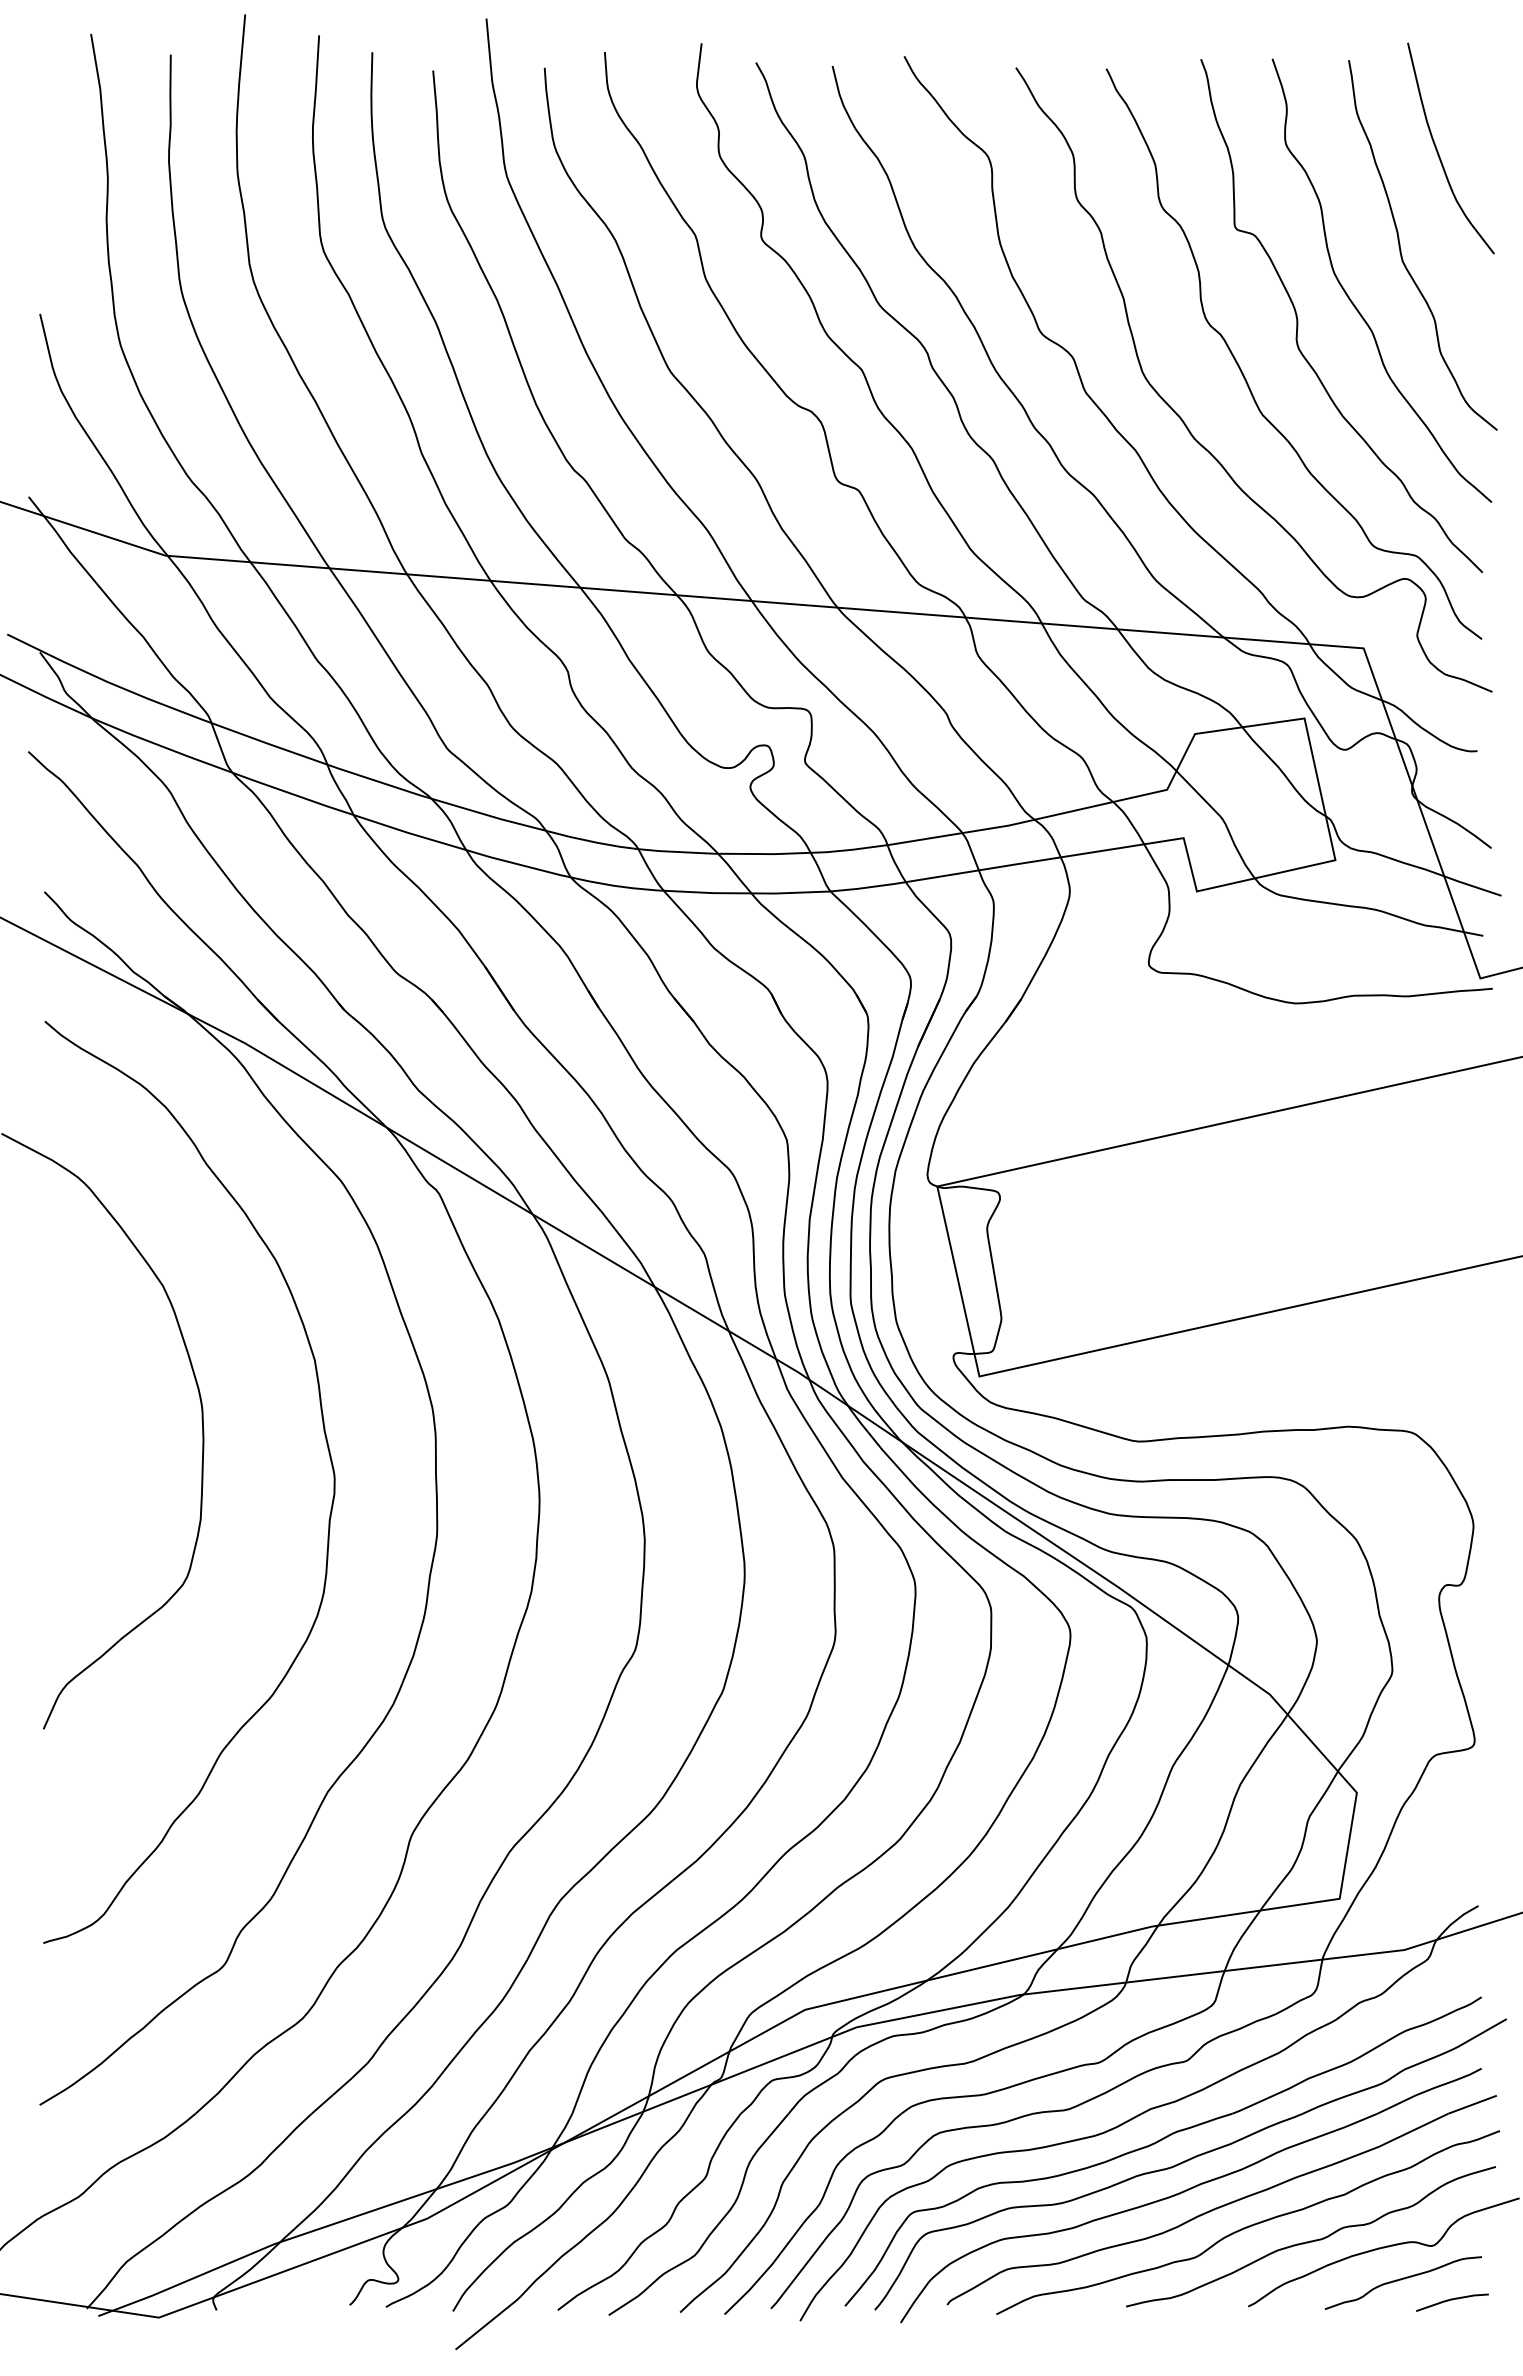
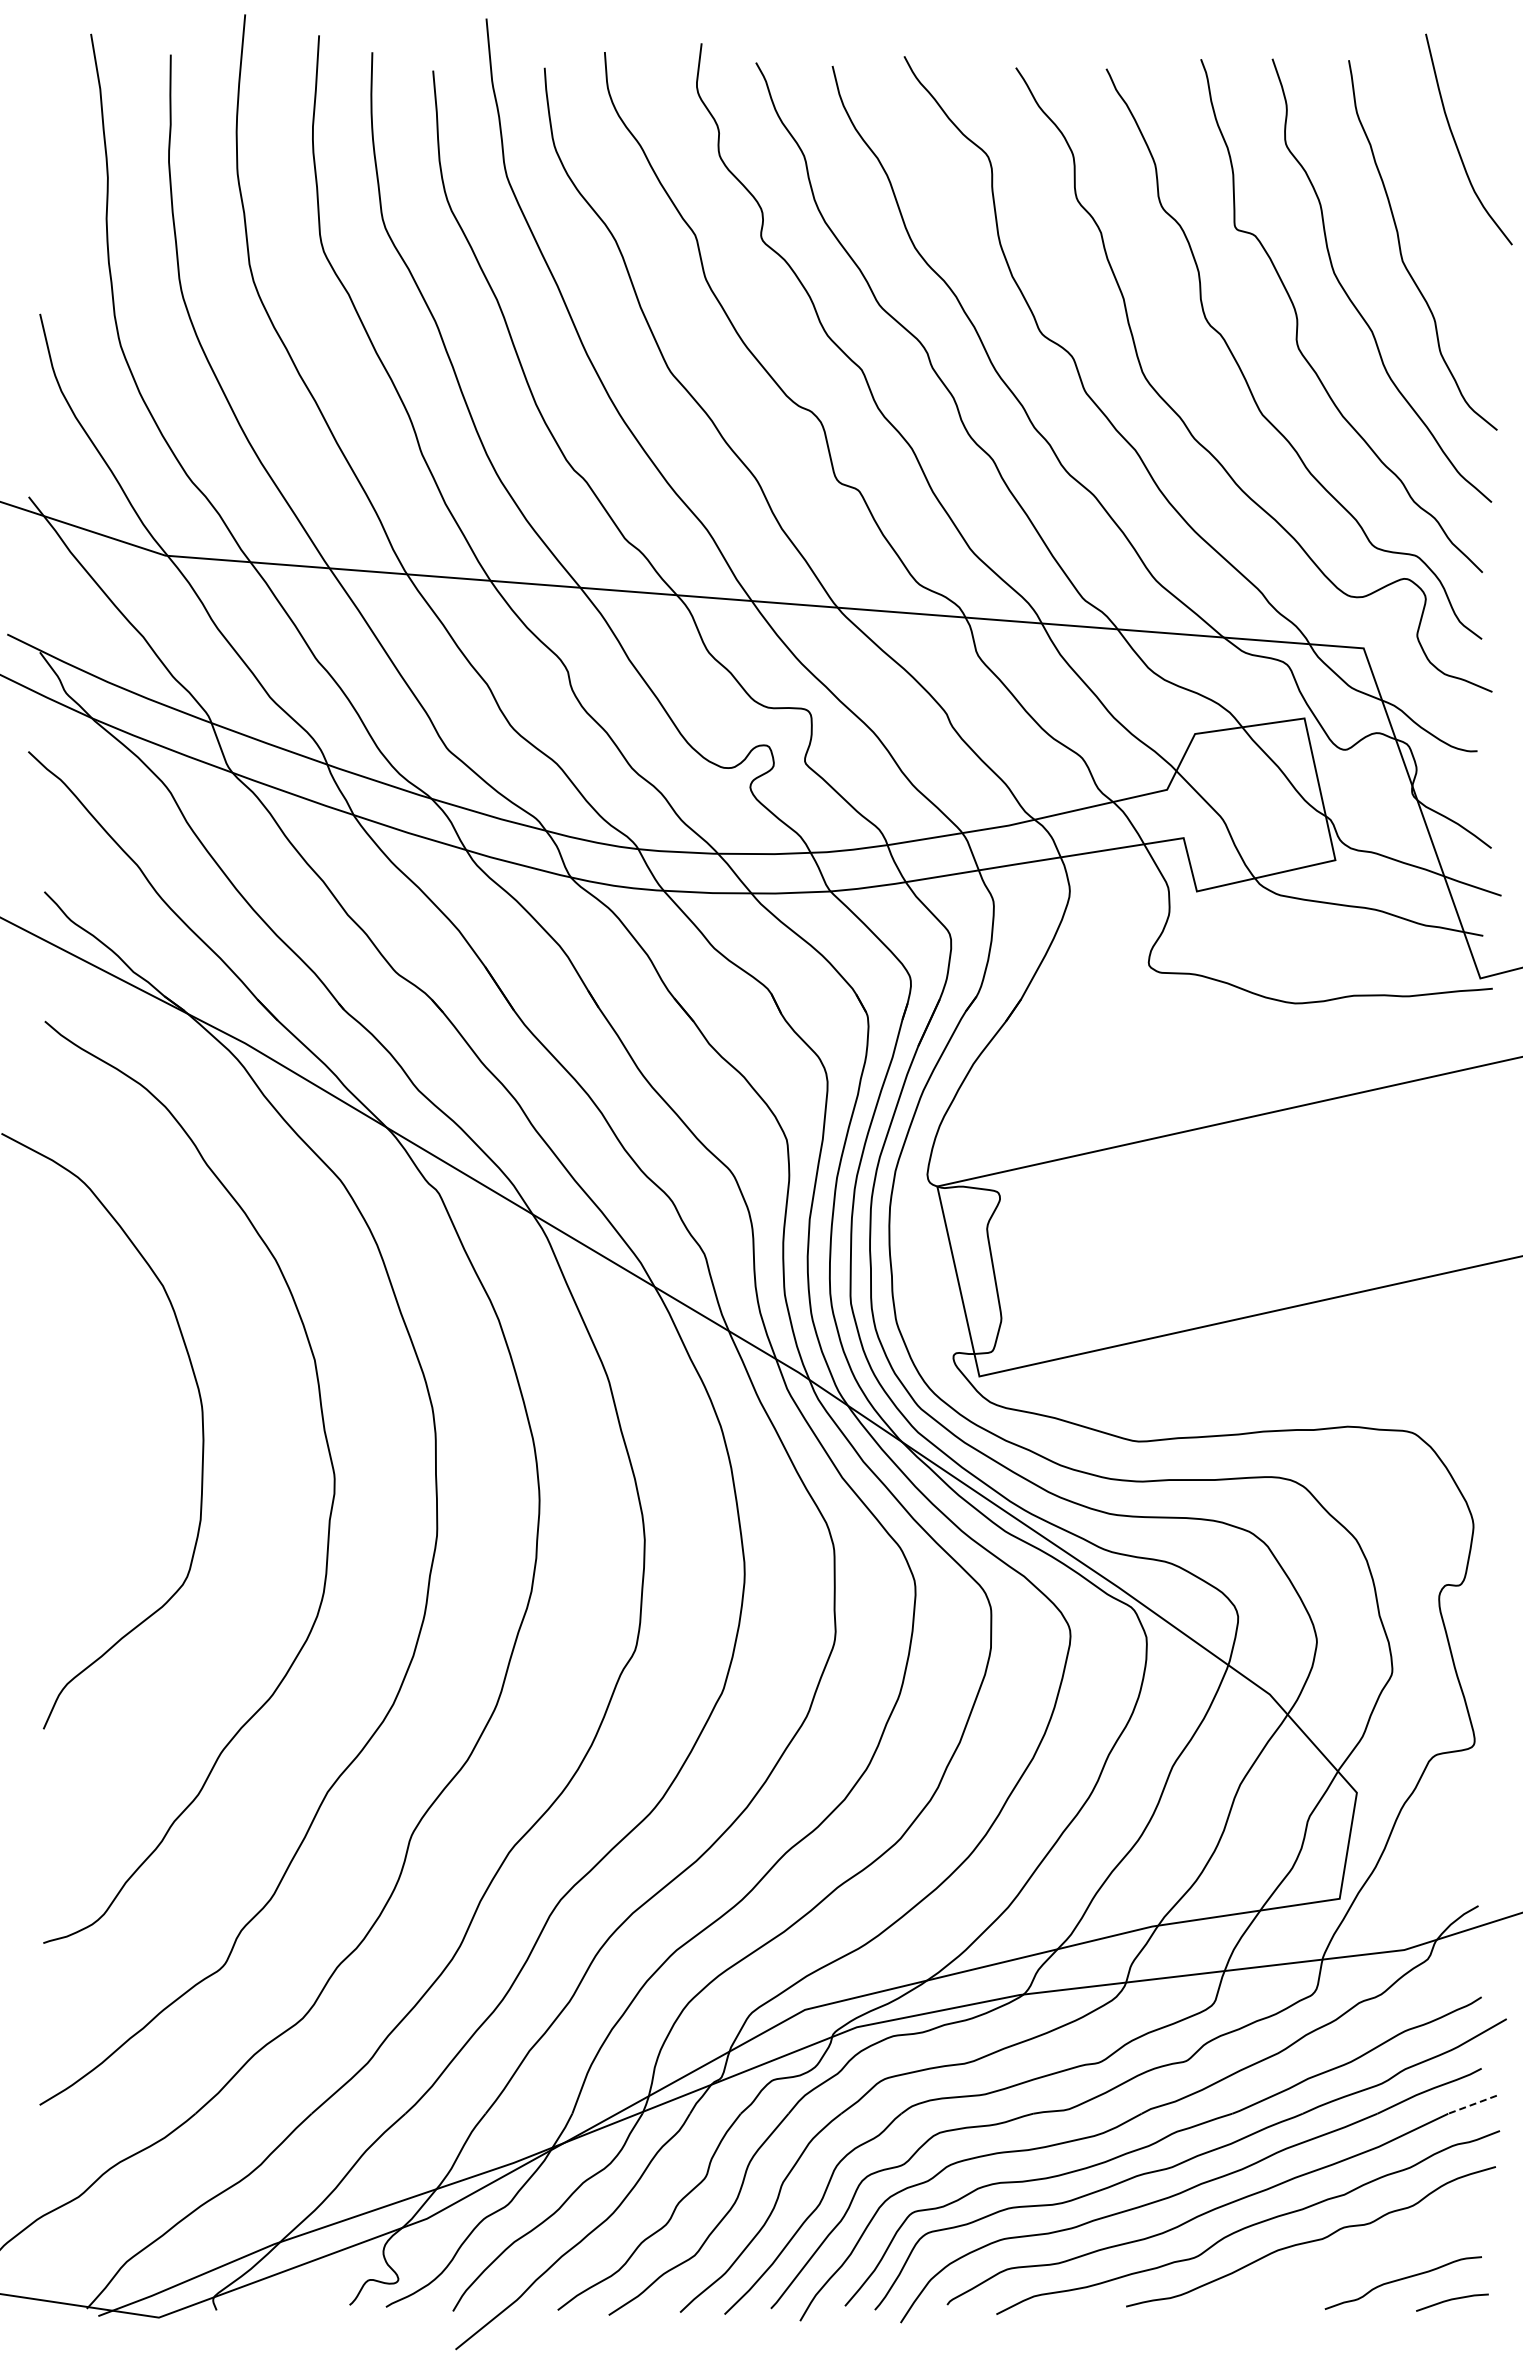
curve at (1438, 151) position: (1438, 151) -> (1456, 142)
line at (1472, 2104): solid -> dashed
curve at (1383, 2248): present -> none
